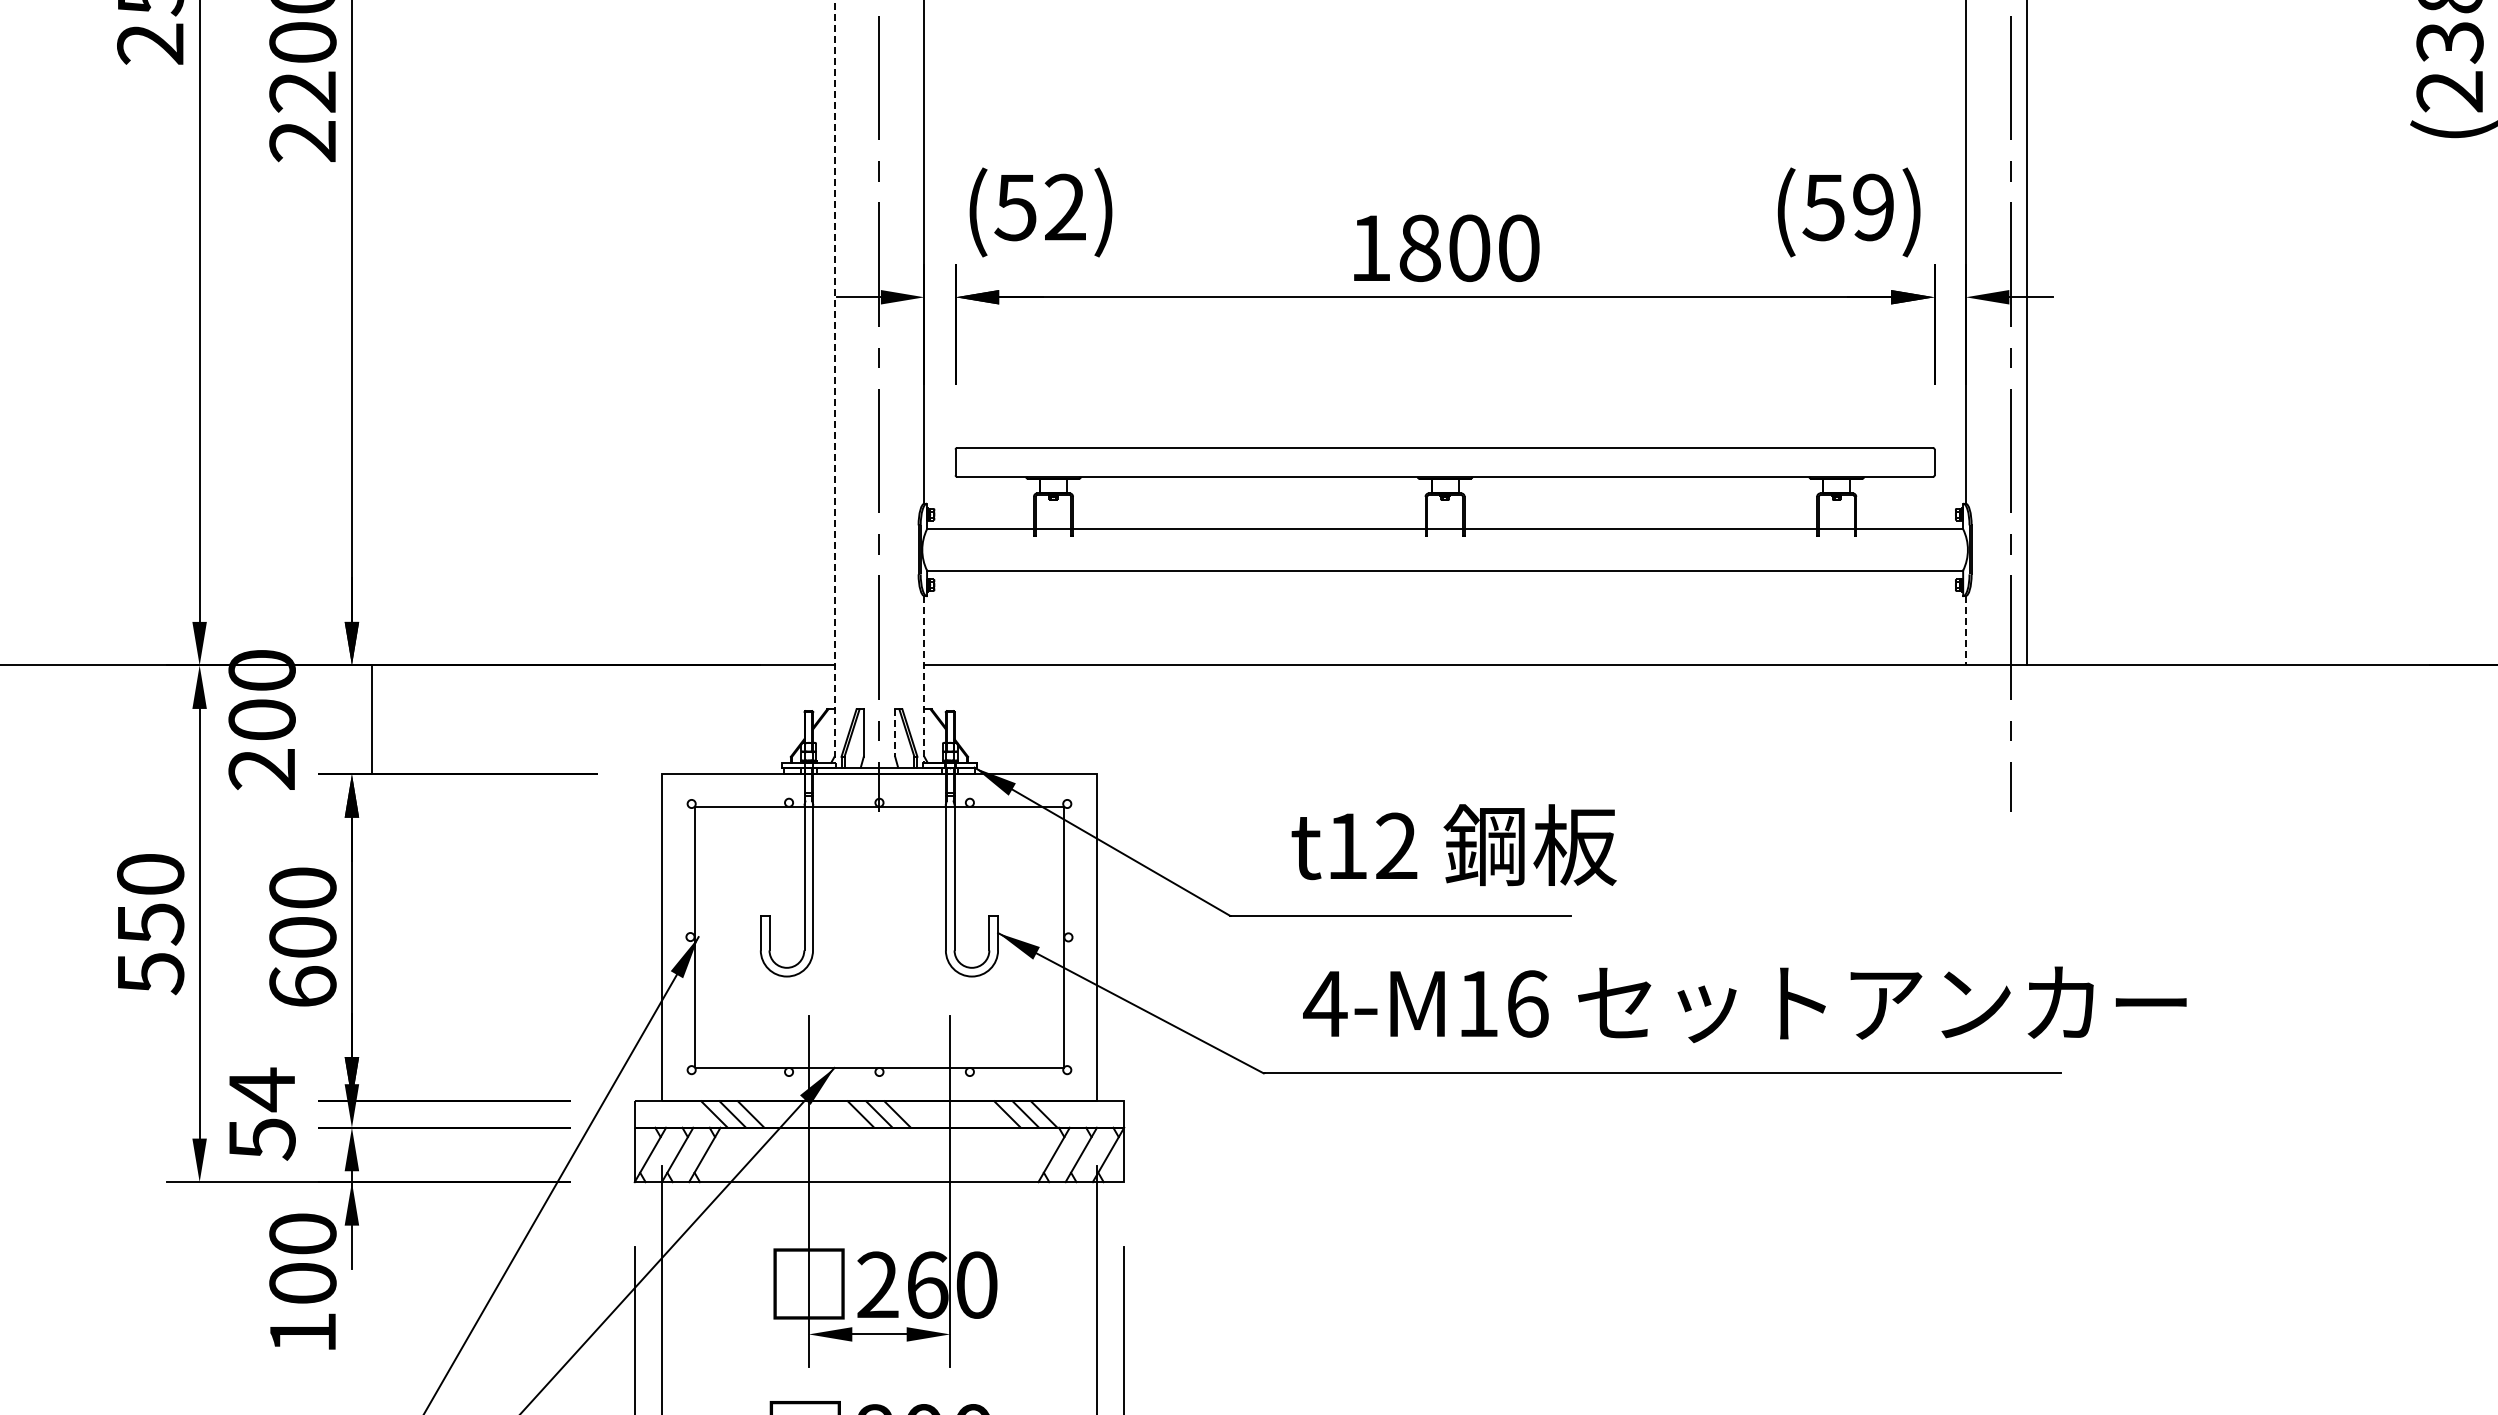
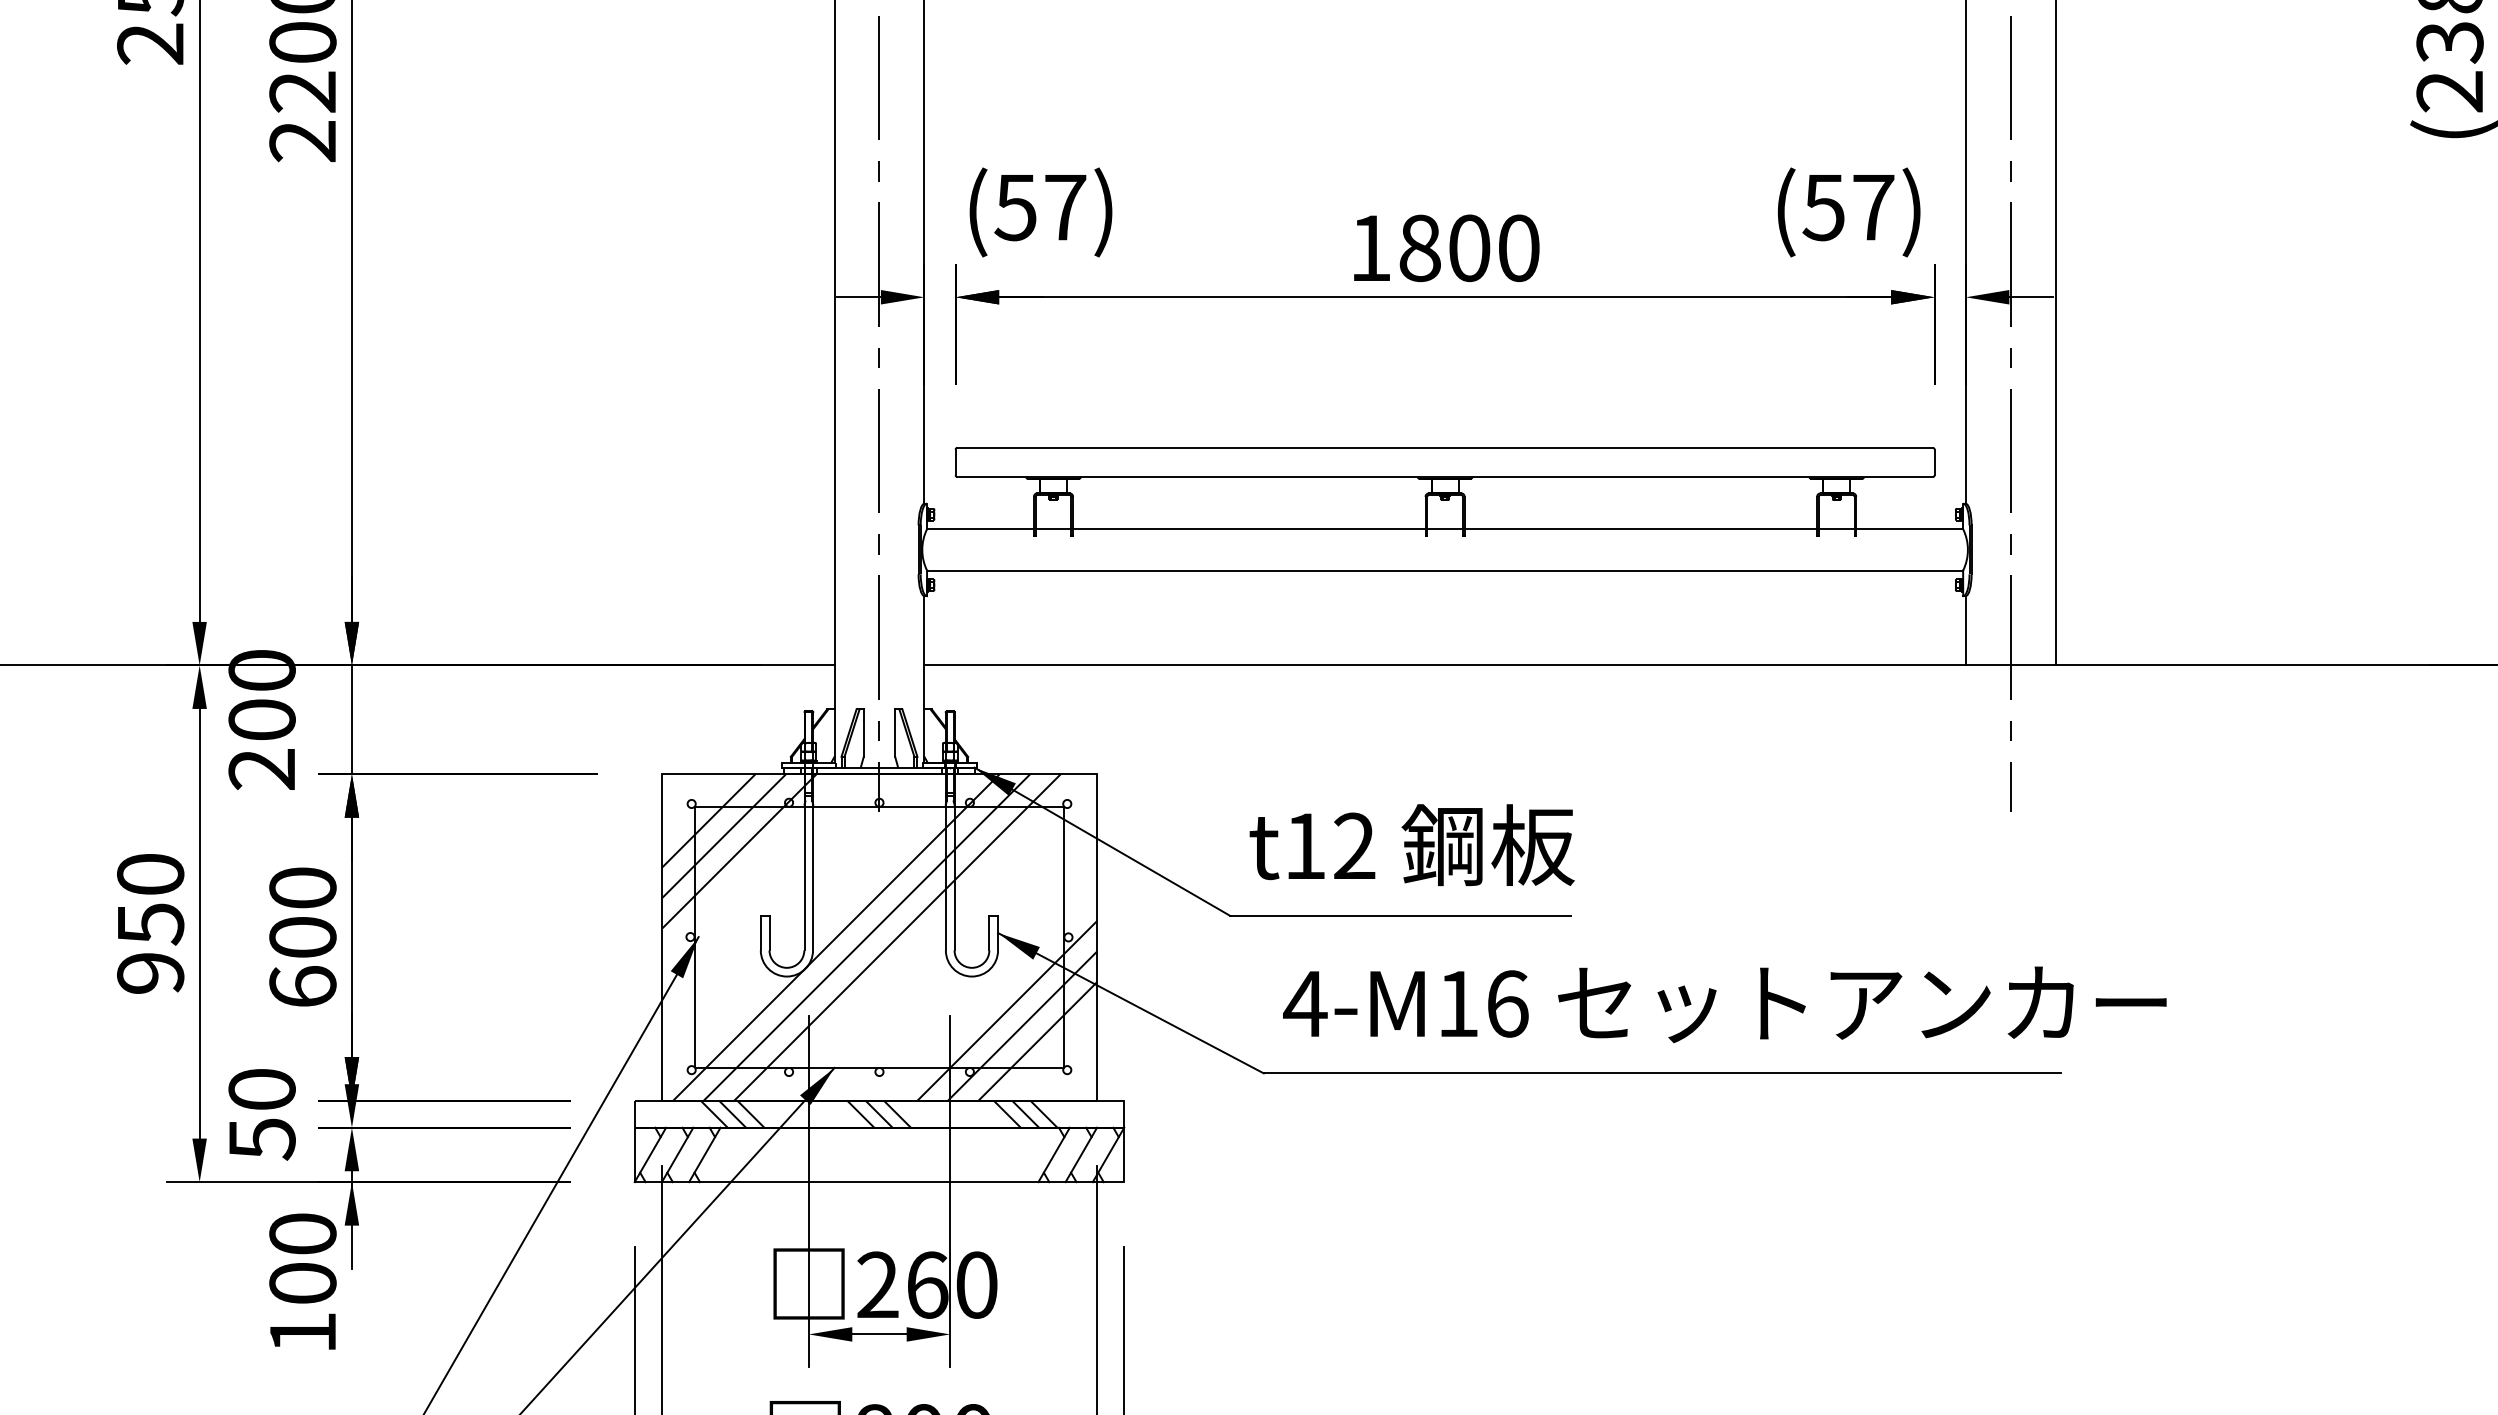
text at (1065, 206): (52) -> (57)
text at (1873, 207): (59) -> (57)
line at (2026, 333) position: (2026, 333) -> (2055, 333)
line at (834, 382): dashed -> solid
line at (1965, 630): dashed -> solid
line at (924, 679): dashed -> solid
line at (371, 719) position: (371, 719) -> (351, 719)
line at (895, 733): dashed -> solid
text at (1453, 845) position: (1453, 845) -> (1411, 845)
hatch at (879, 937): none -> present
text at (150, 974): 550 -> 950
text at (1744, 1004) position: (1744, 1004) -> (1724, 1004)
text at (261, 1089): 54 -> 50
